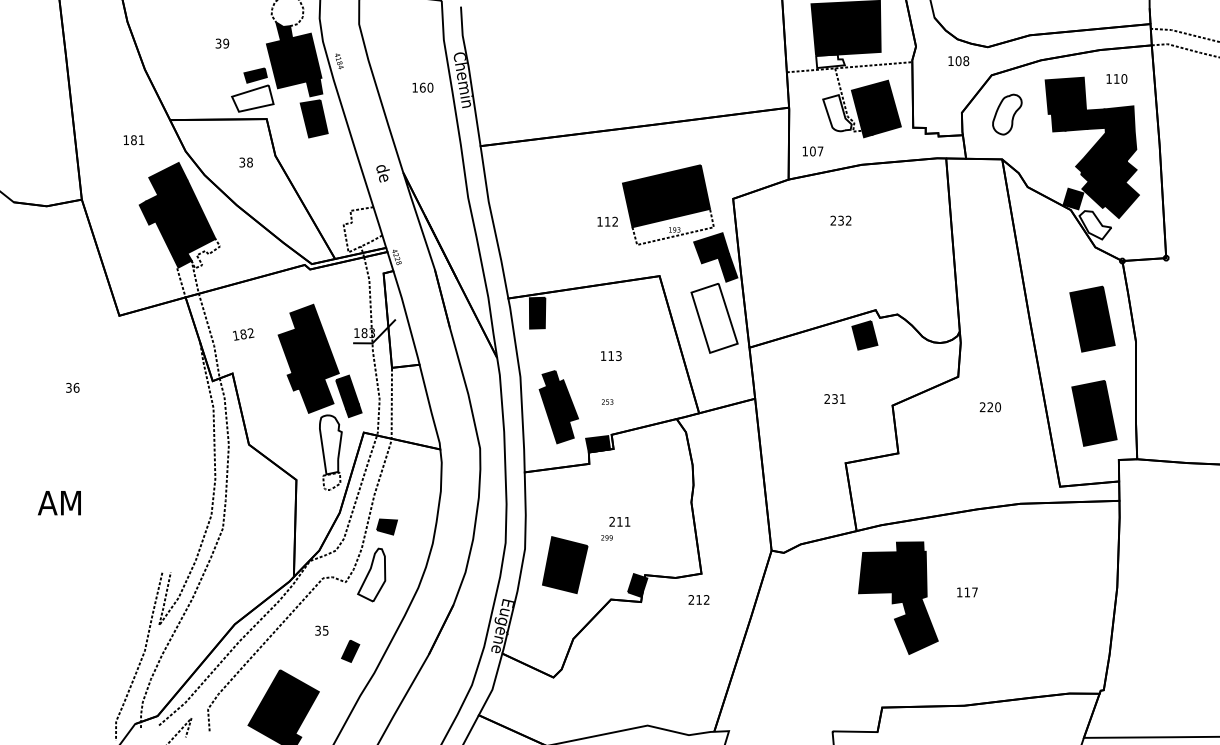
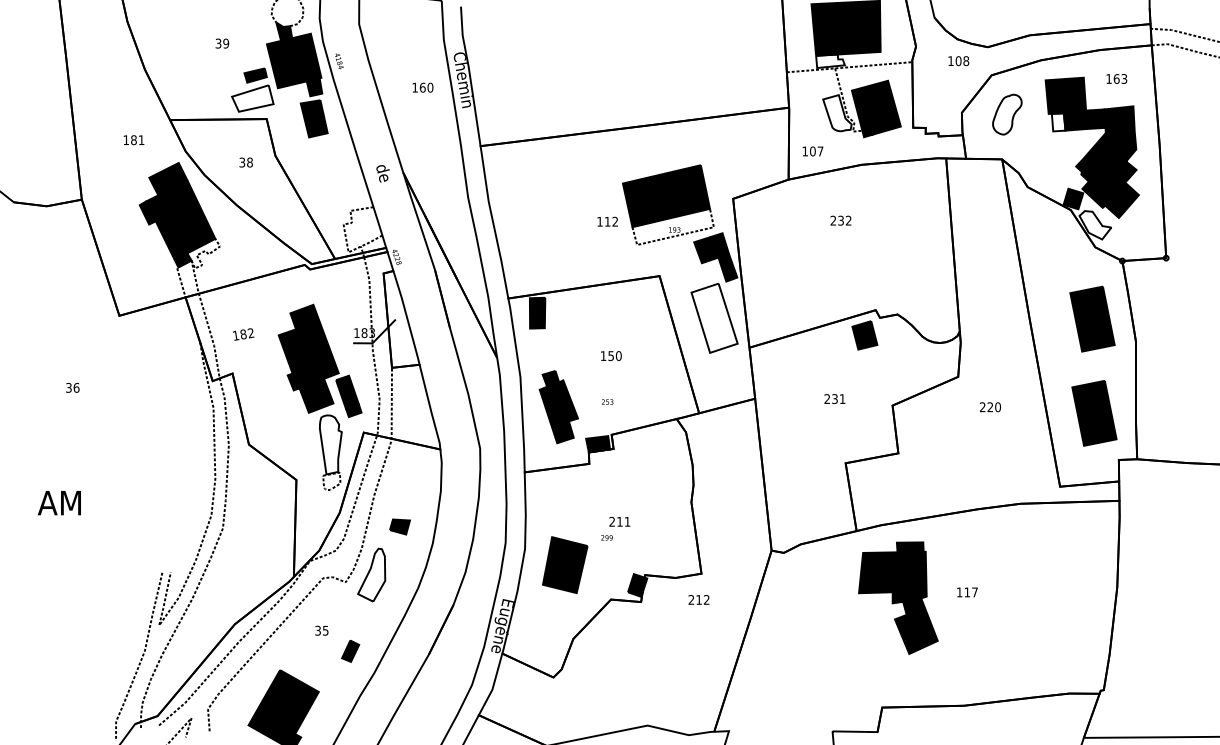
text at (1120, 78): 110 -> 163
fill at (1058, 122): present -> none
text at (614, 356): 113 -> 150
part at (386, 526) position: (386, 526) -> (399, 526)
